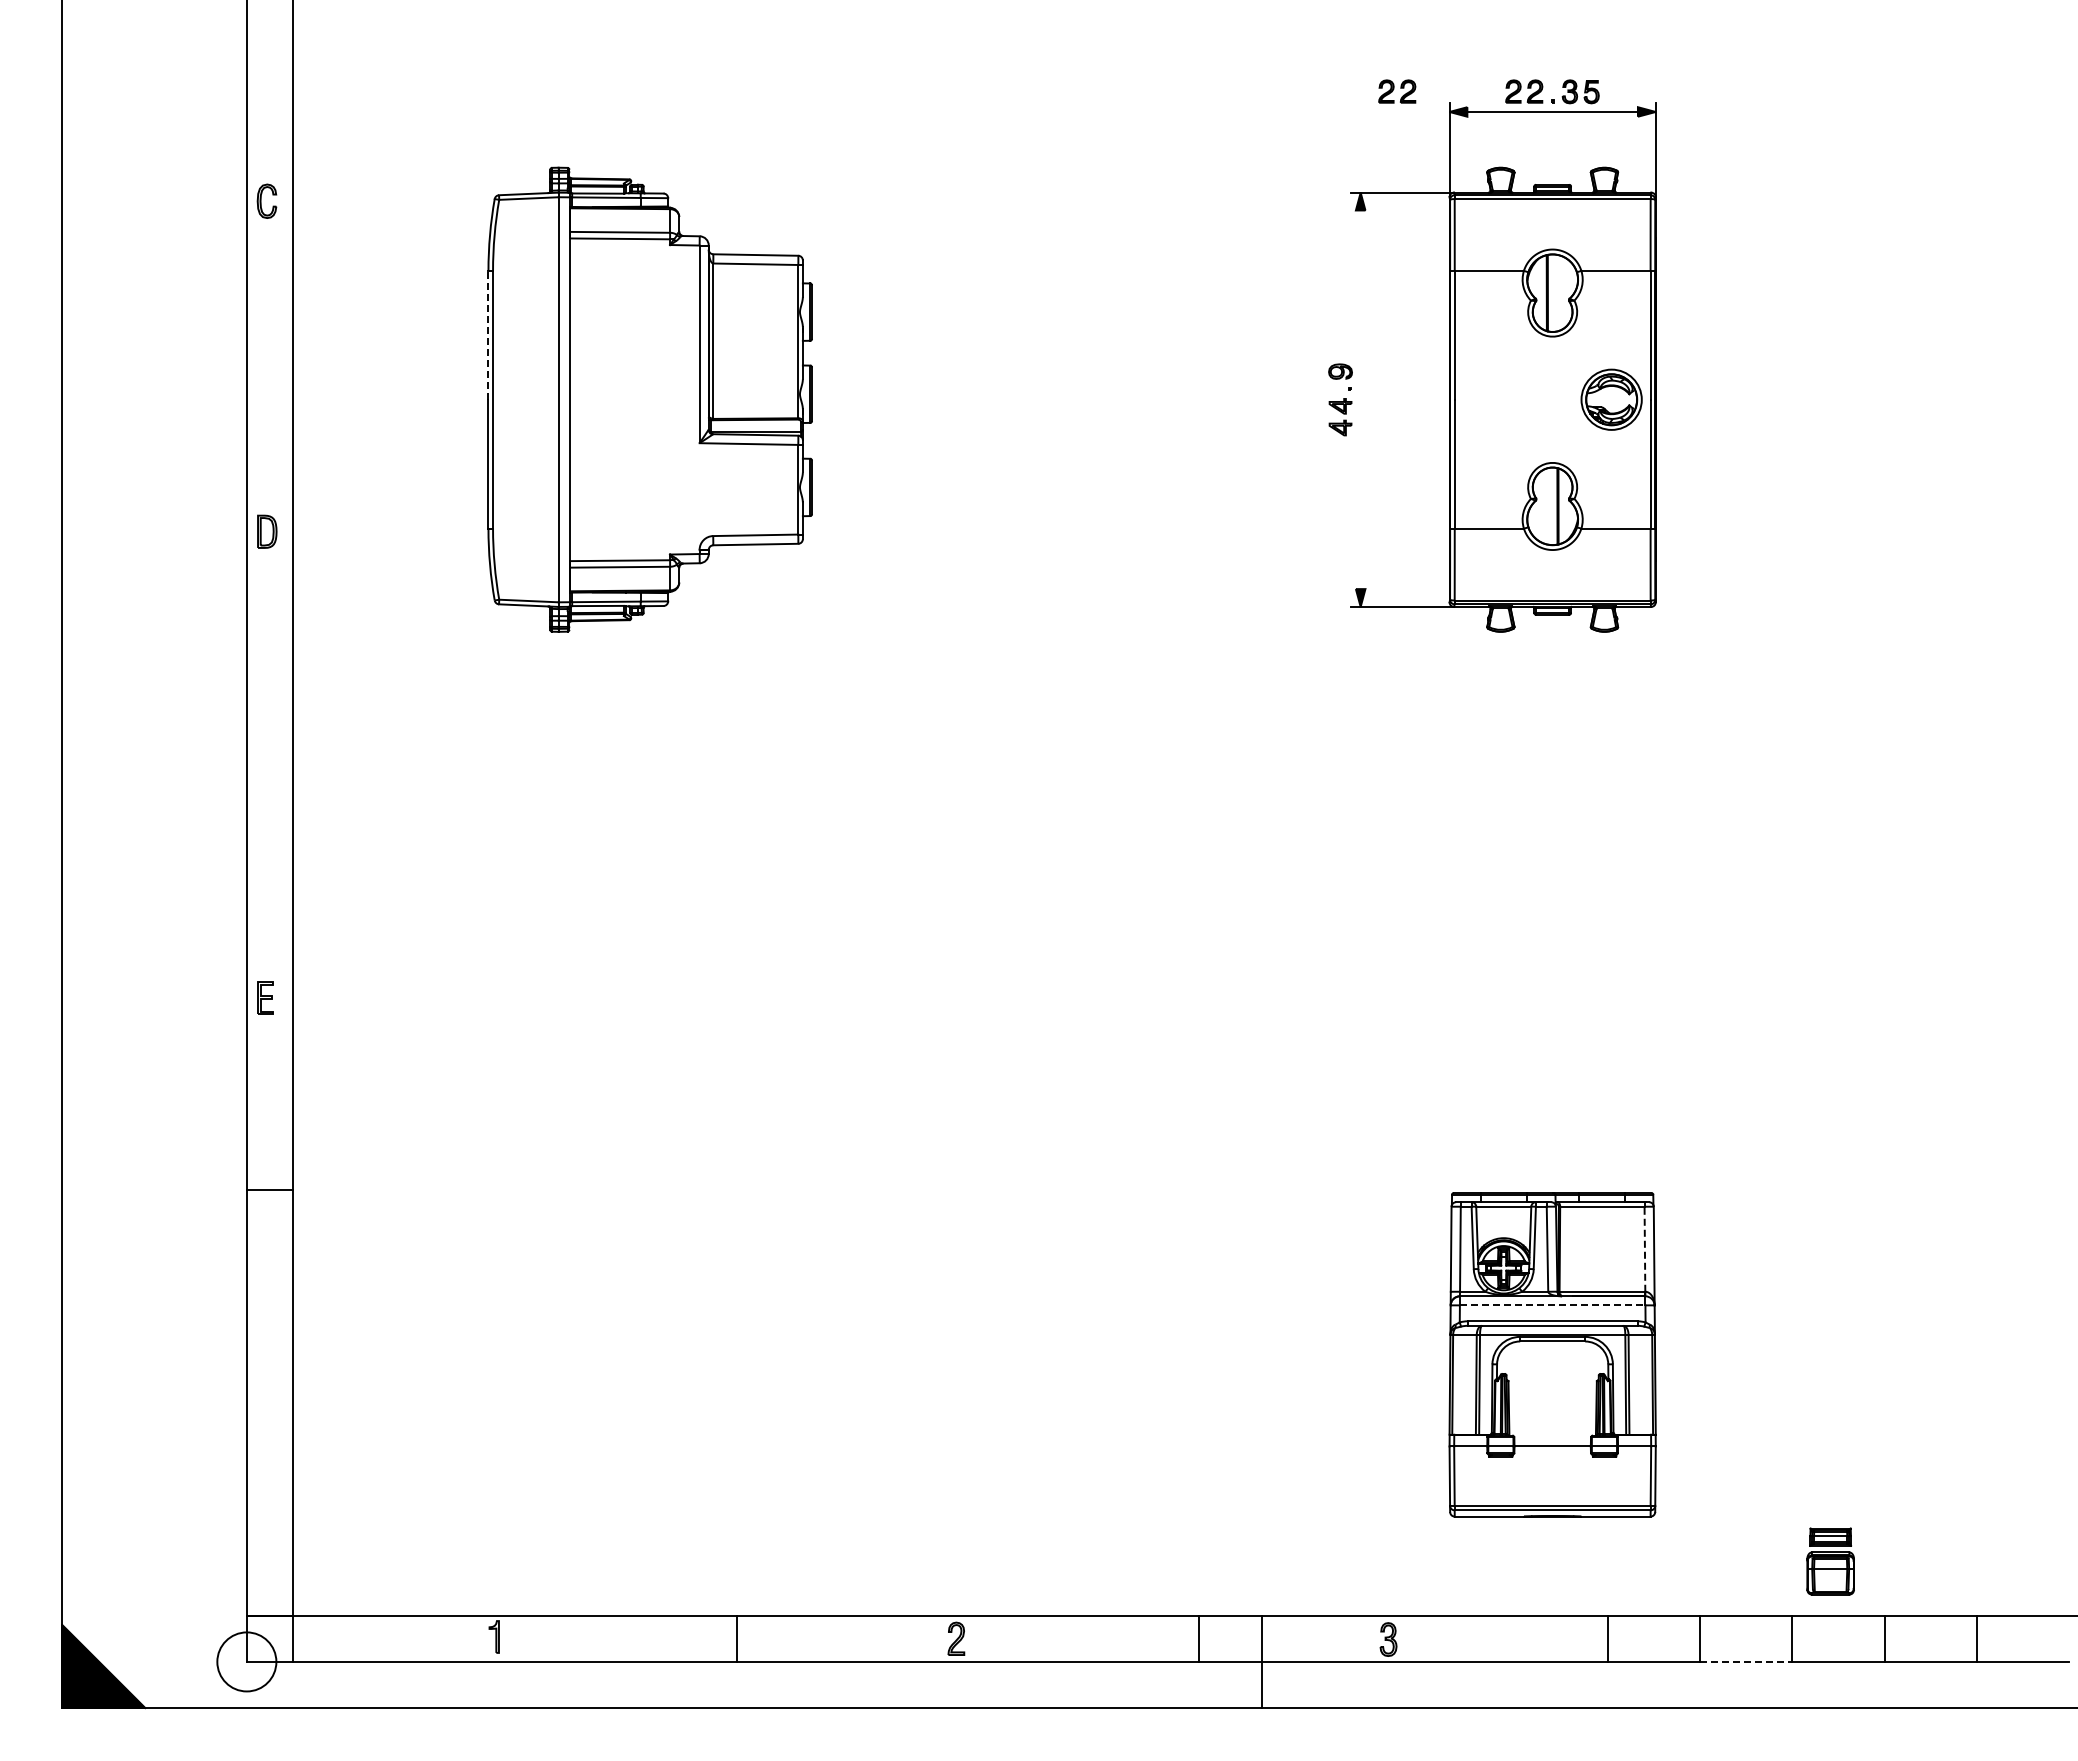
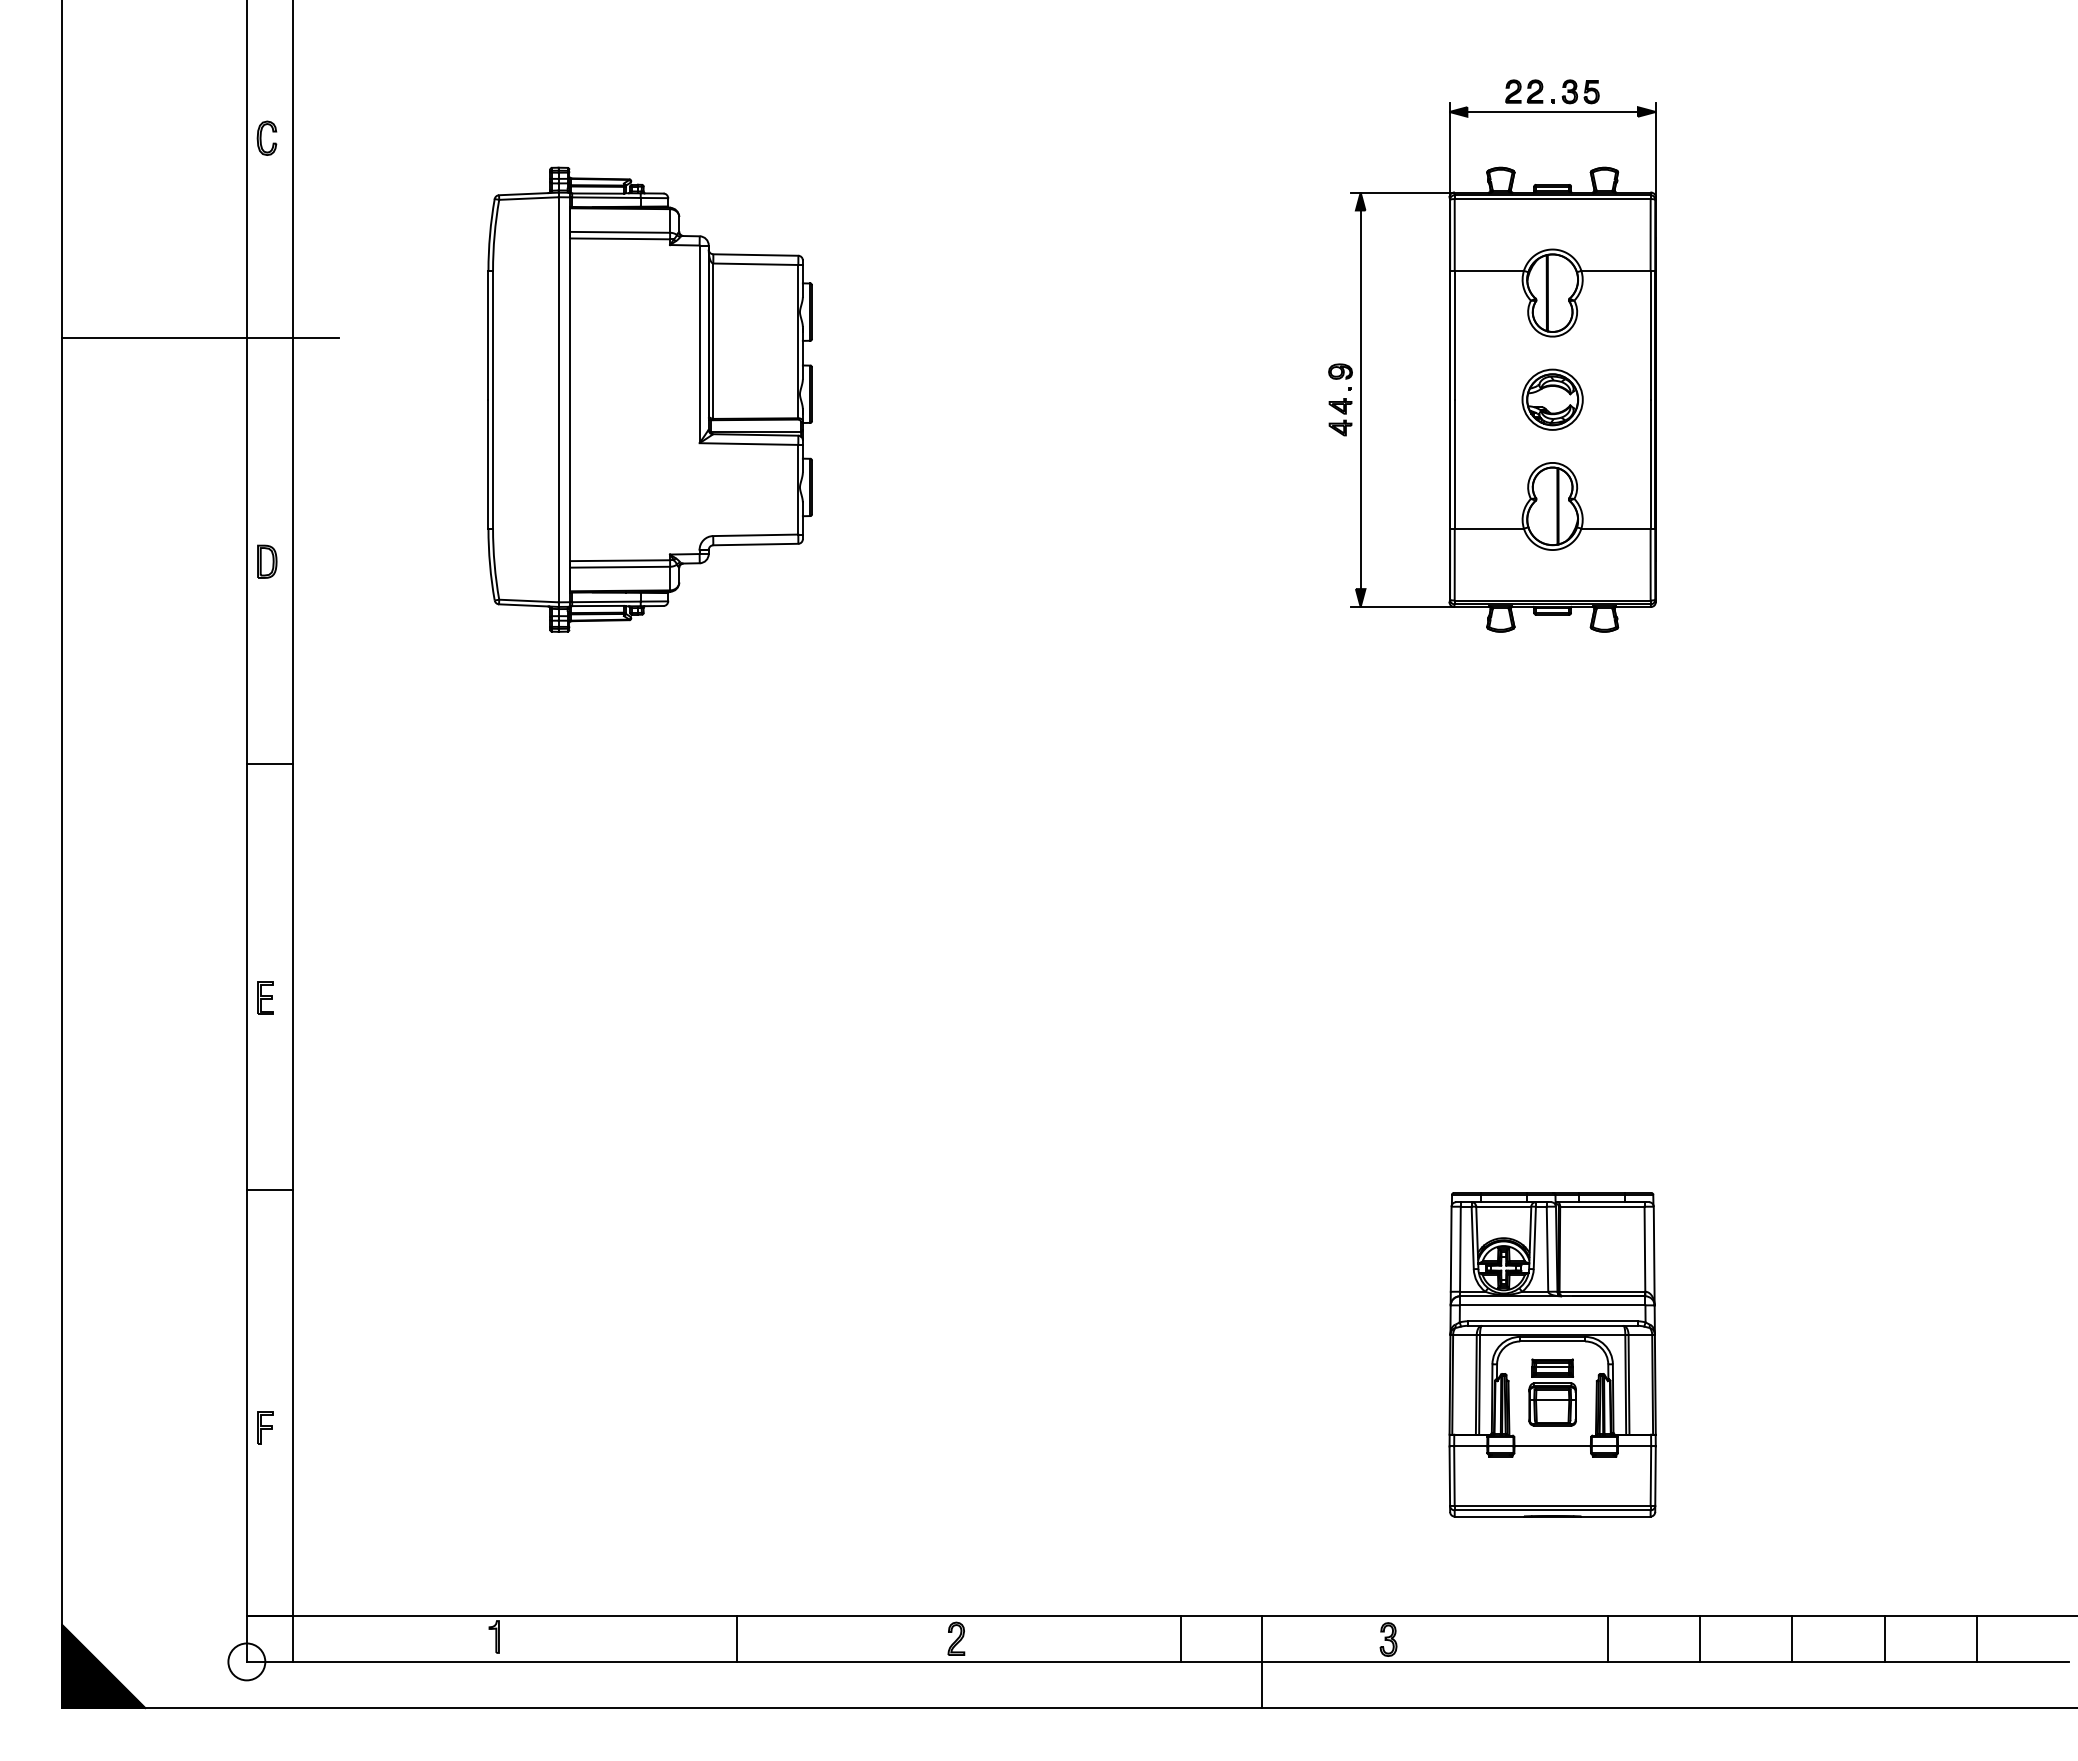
part at (1397, 91): present -> none
part at (266, 200) position: (266, 200) -> (266, 137)
line at (488, 334): dashed -> solid
line at (200, 337): none -> present
line at (1360, 399): none -> present
part at (1611, 399) position: (1611, 399) -> (1552, 399)
part at (267, 531) position: (267, 531) -> (267, 561)
line at (269, 763): none -> present
line at (1644, 1249): dashed -> solid
line at (1552, 1305): dashed -> solid
part at (265, 1427): none -> present
part at (1830, 1561) position: (1830, 1561) -> (1552, 1392)
line at (1199, 1638) position: (1199, 1638) -> (1181, 1638)
circle at (246, 1661) diameter: 59 px -> 37 px
line at (1746, 1661): dashed -> solid
